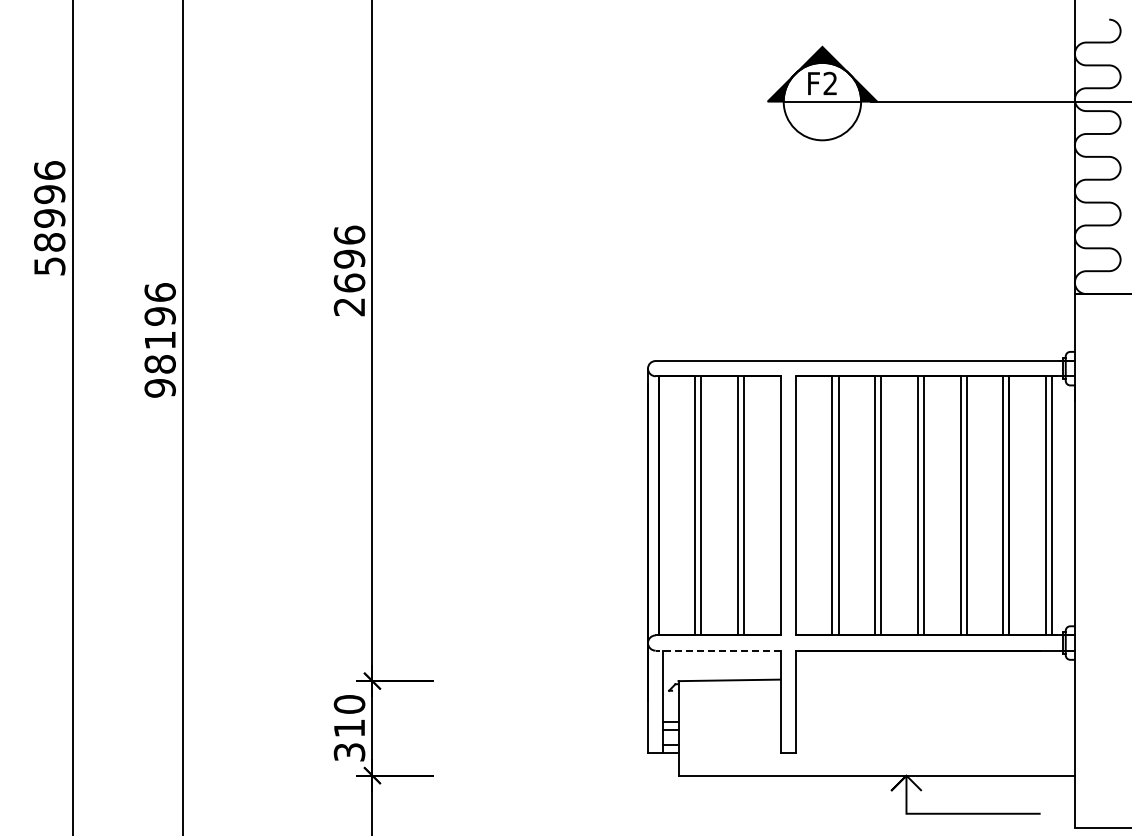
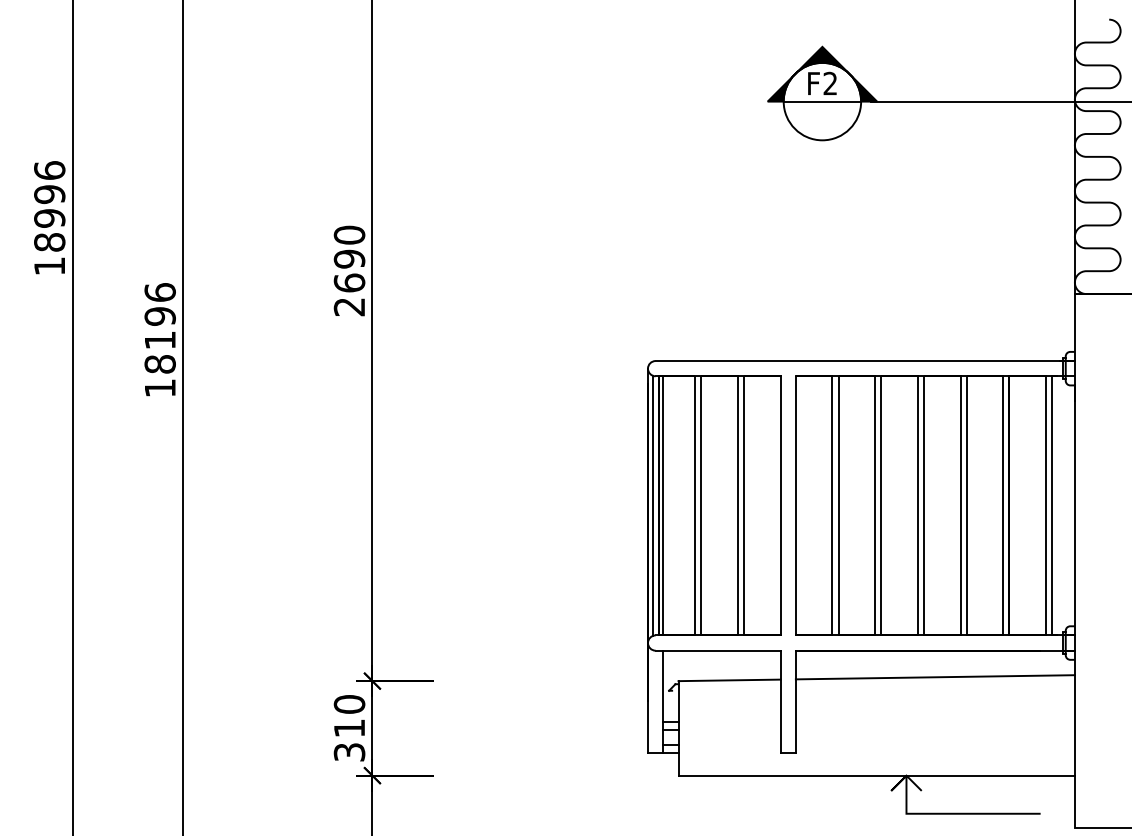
text at (349, 234): 2696 -> 2690
text at (49, 266): 58996 -> 18996
text at (159, 388): 98196 -> 18196
line at (652, 505): none -> present
line at (663, 505): none -> present
line at (718, 650): dashed -> solid
line at (934, 677): none -> present
